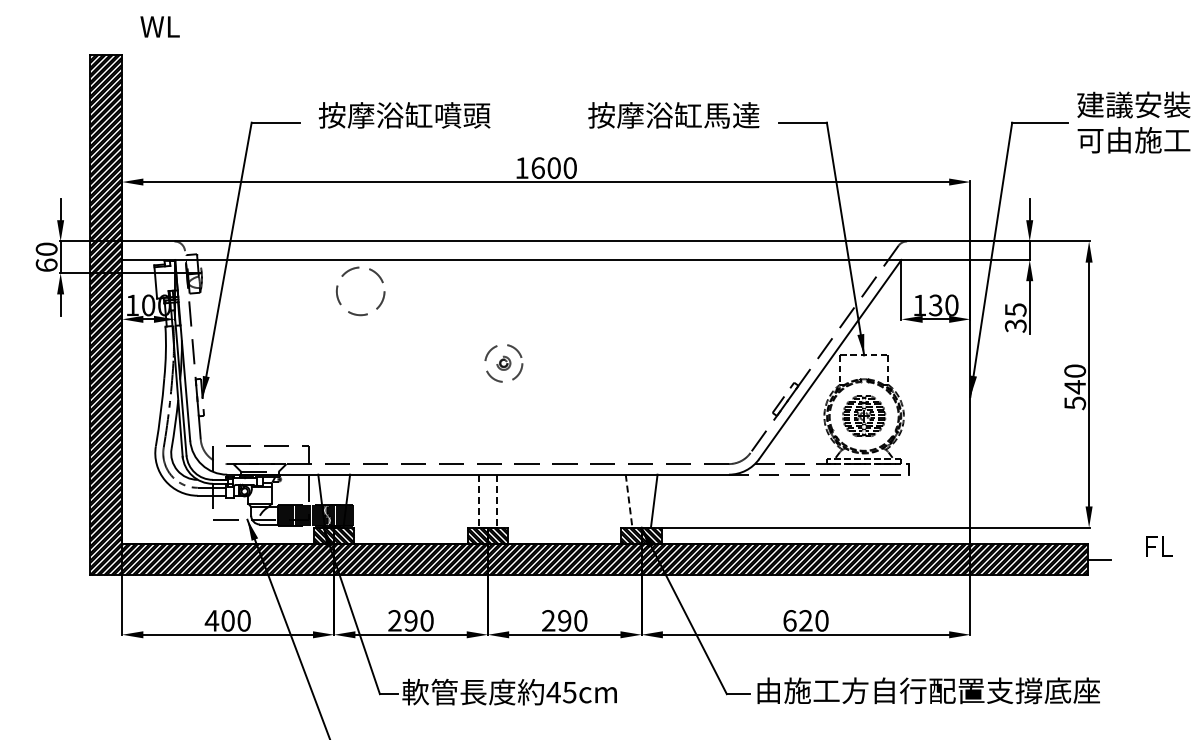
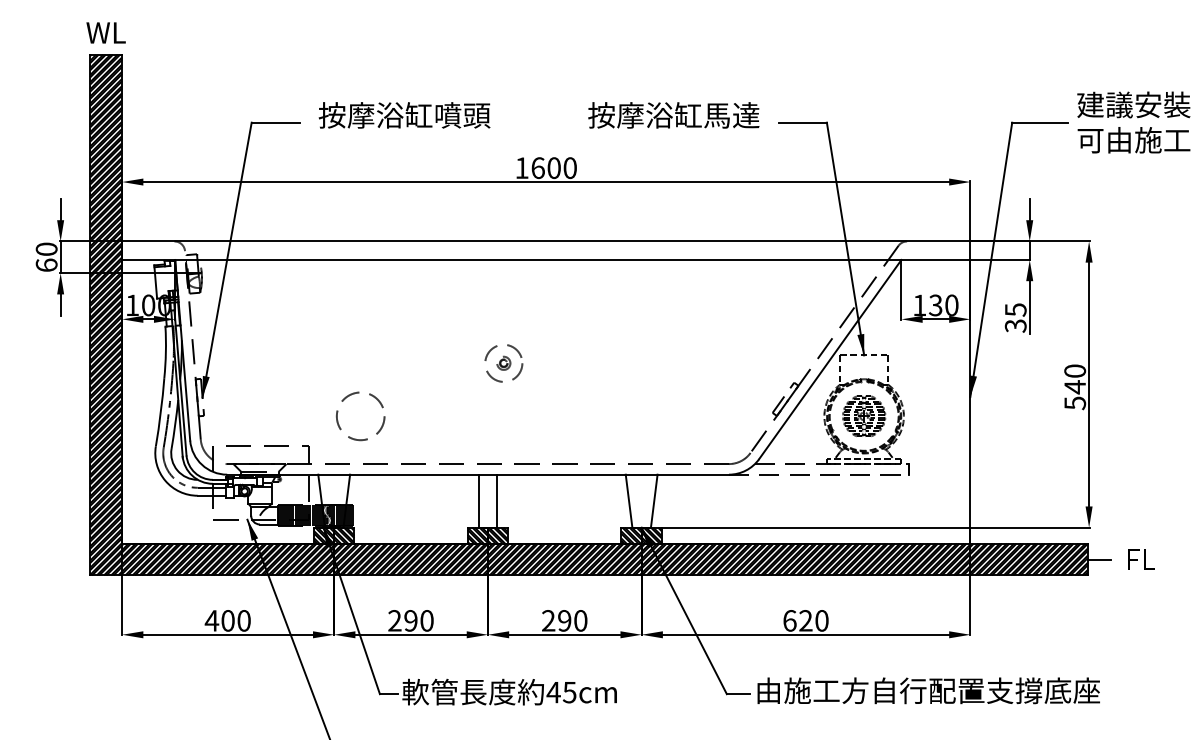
text at (159, 26) position: (159, 26) -> (105, 32)
circle at (360, 291) position: (360, 291) -> (360, 416)
line at (478, 501): dashed -> solid
line at (497, 501): dashed -> solid
line at (629, 501): dashed -> solid
text at (1159, 546) position: (1159, 546) -> (1141, 559)
